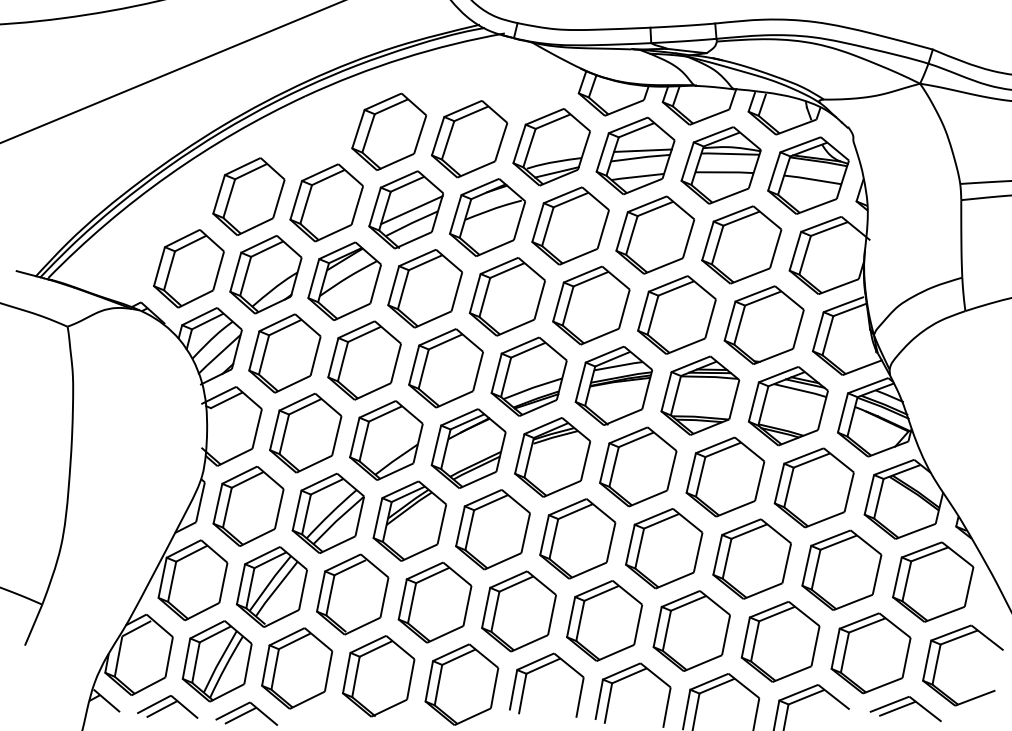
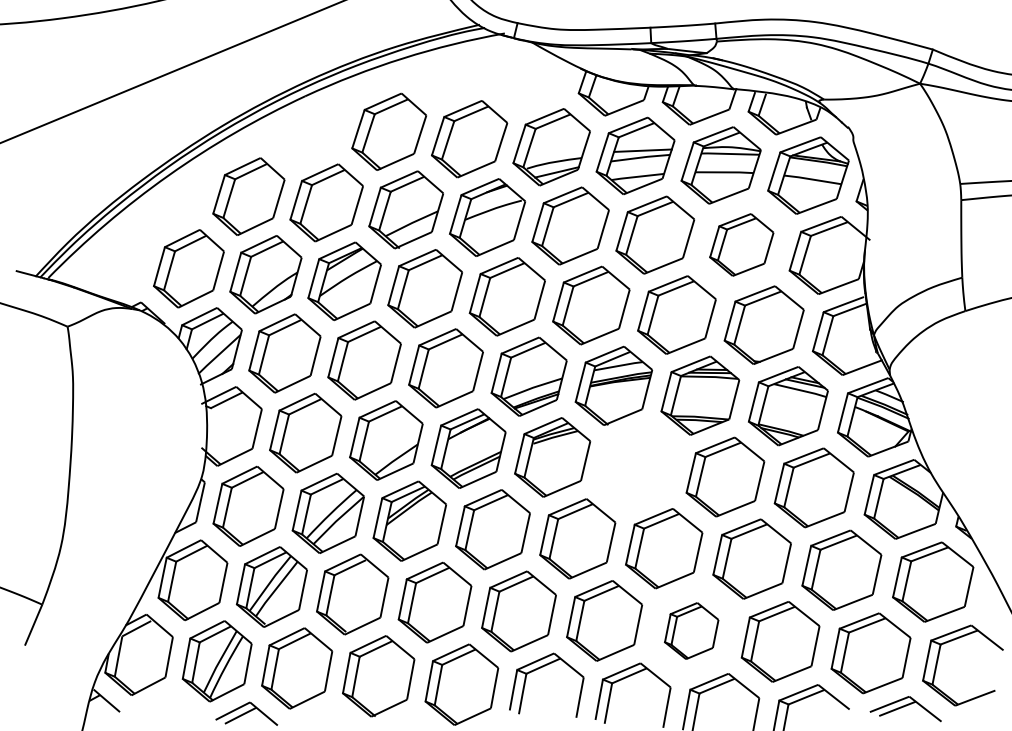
line at (411, 210): present -> none
part at (741, 244) size: 82x80 px -> 66x64 px
part at (638, 466): present -> none
part at (691, 630) size: 79x82 px -> 56x58 px
part at (167, 706): present -> none
